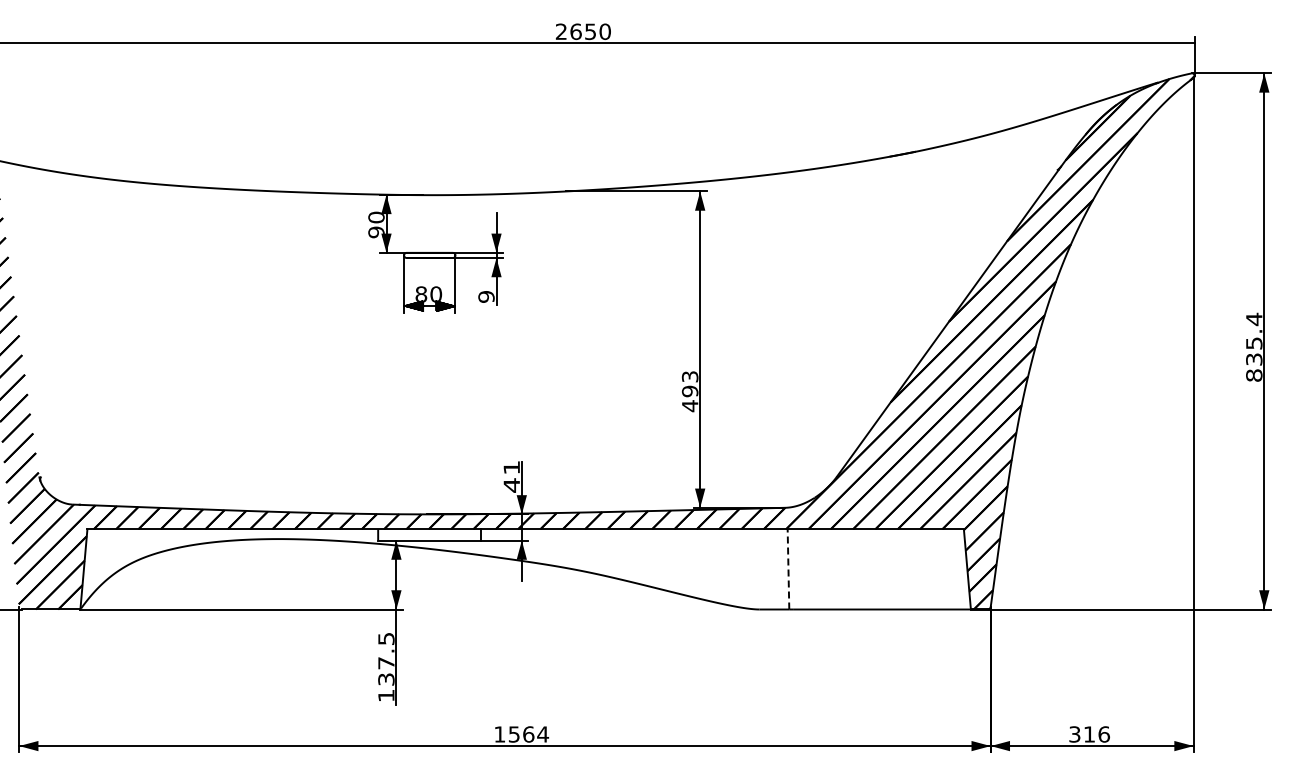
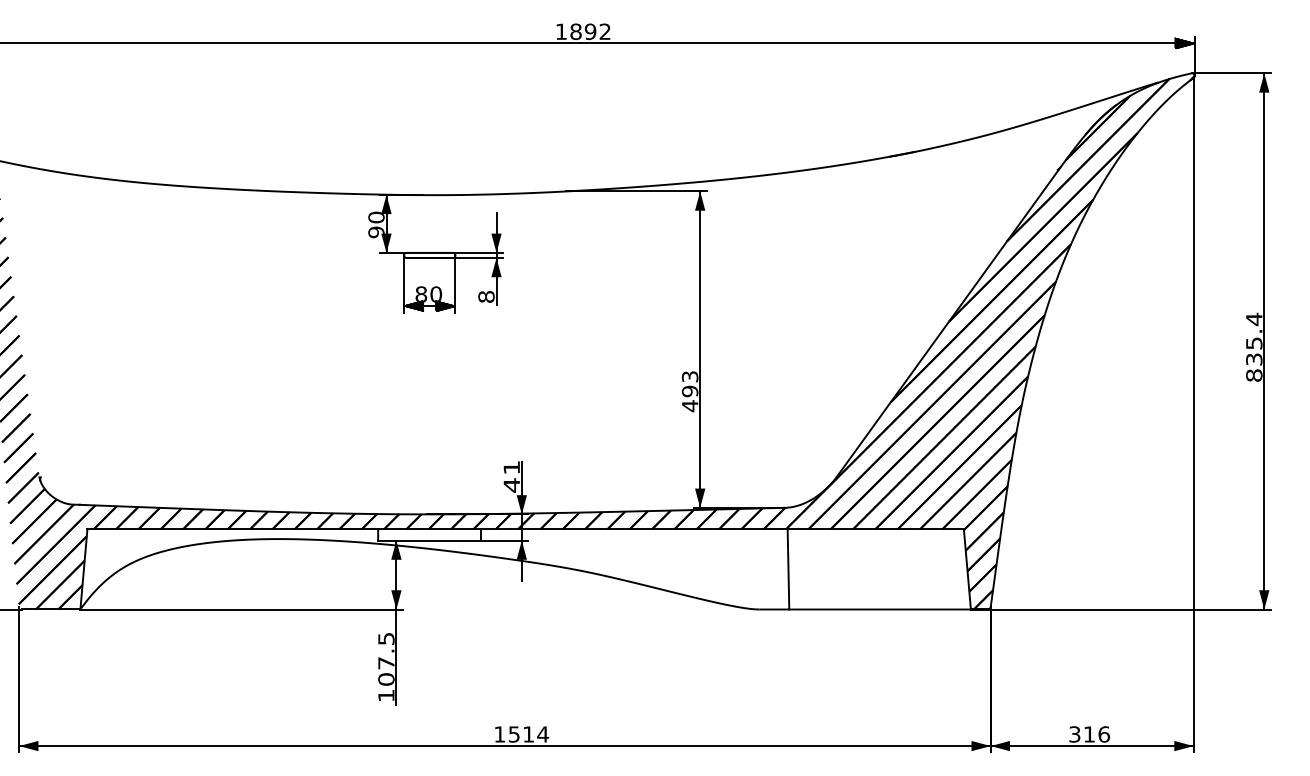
text at (582, 31): 2650 -> 1892
hatch at (1184, 43): none -> present
text at (486, 296): 9 -> 8
line at (788, 568): dashed -> solid
text at (386, 679): 137.5 -> 107.5
text at (528, 734): 1564 -> 1514
